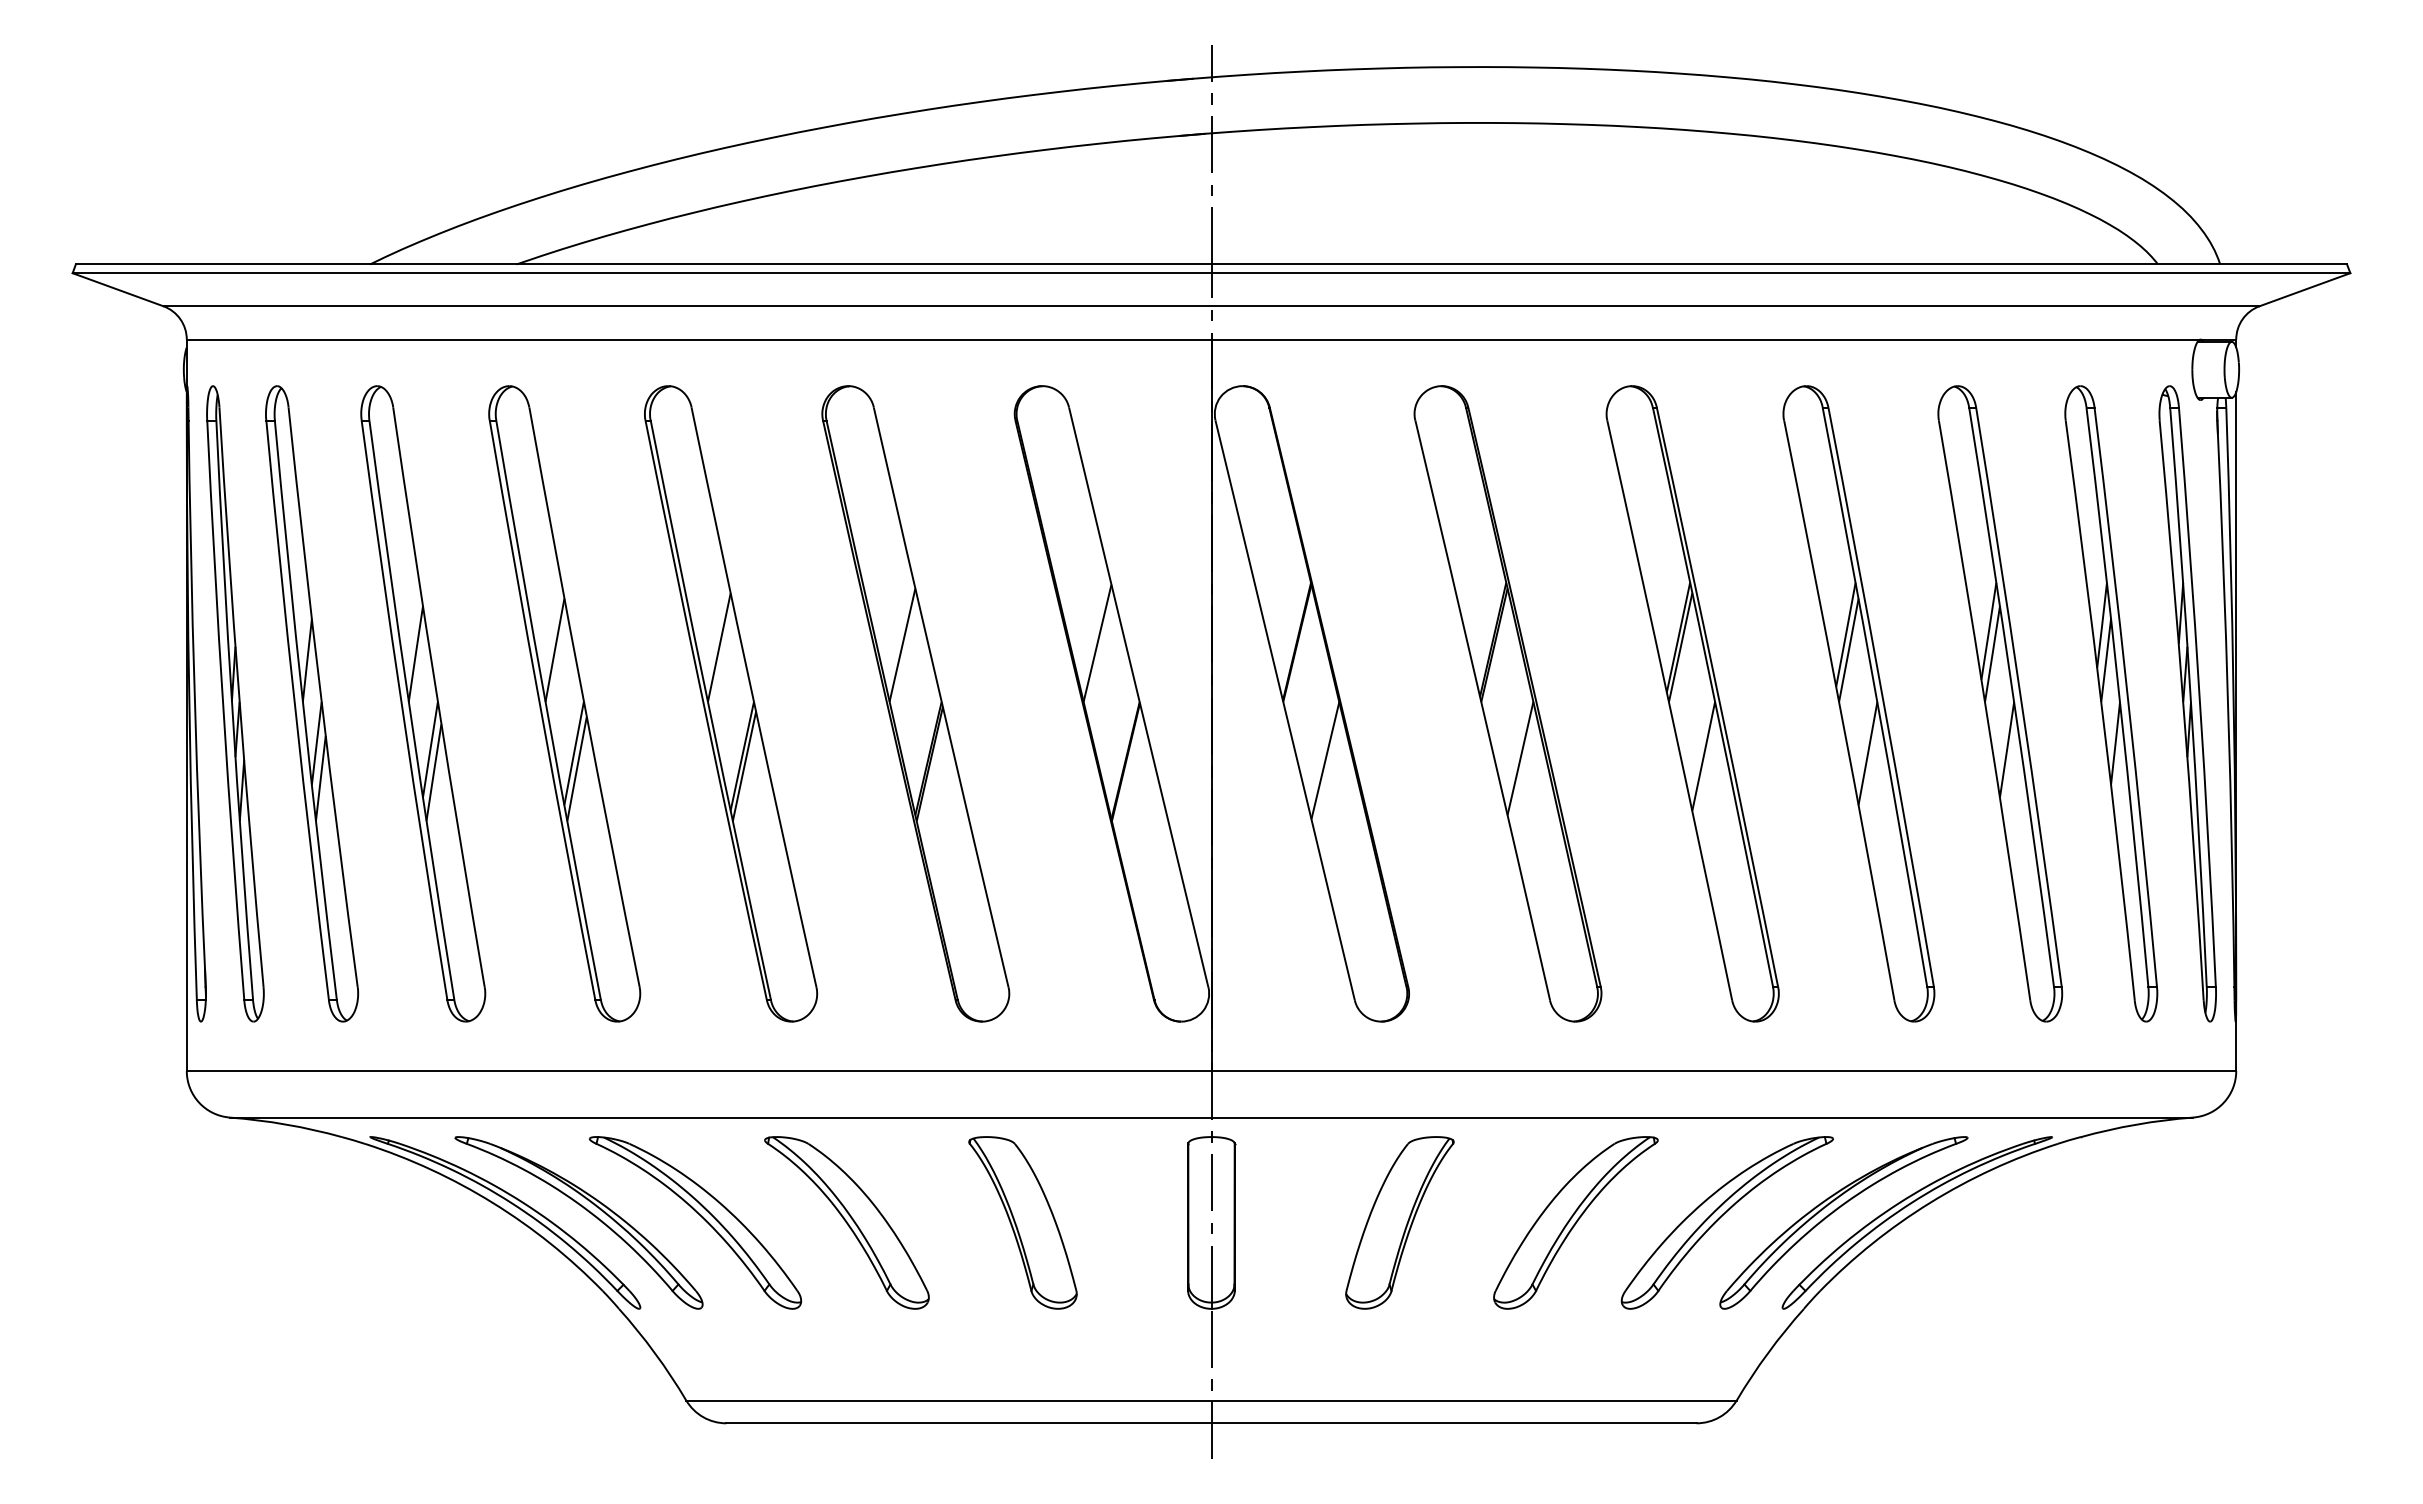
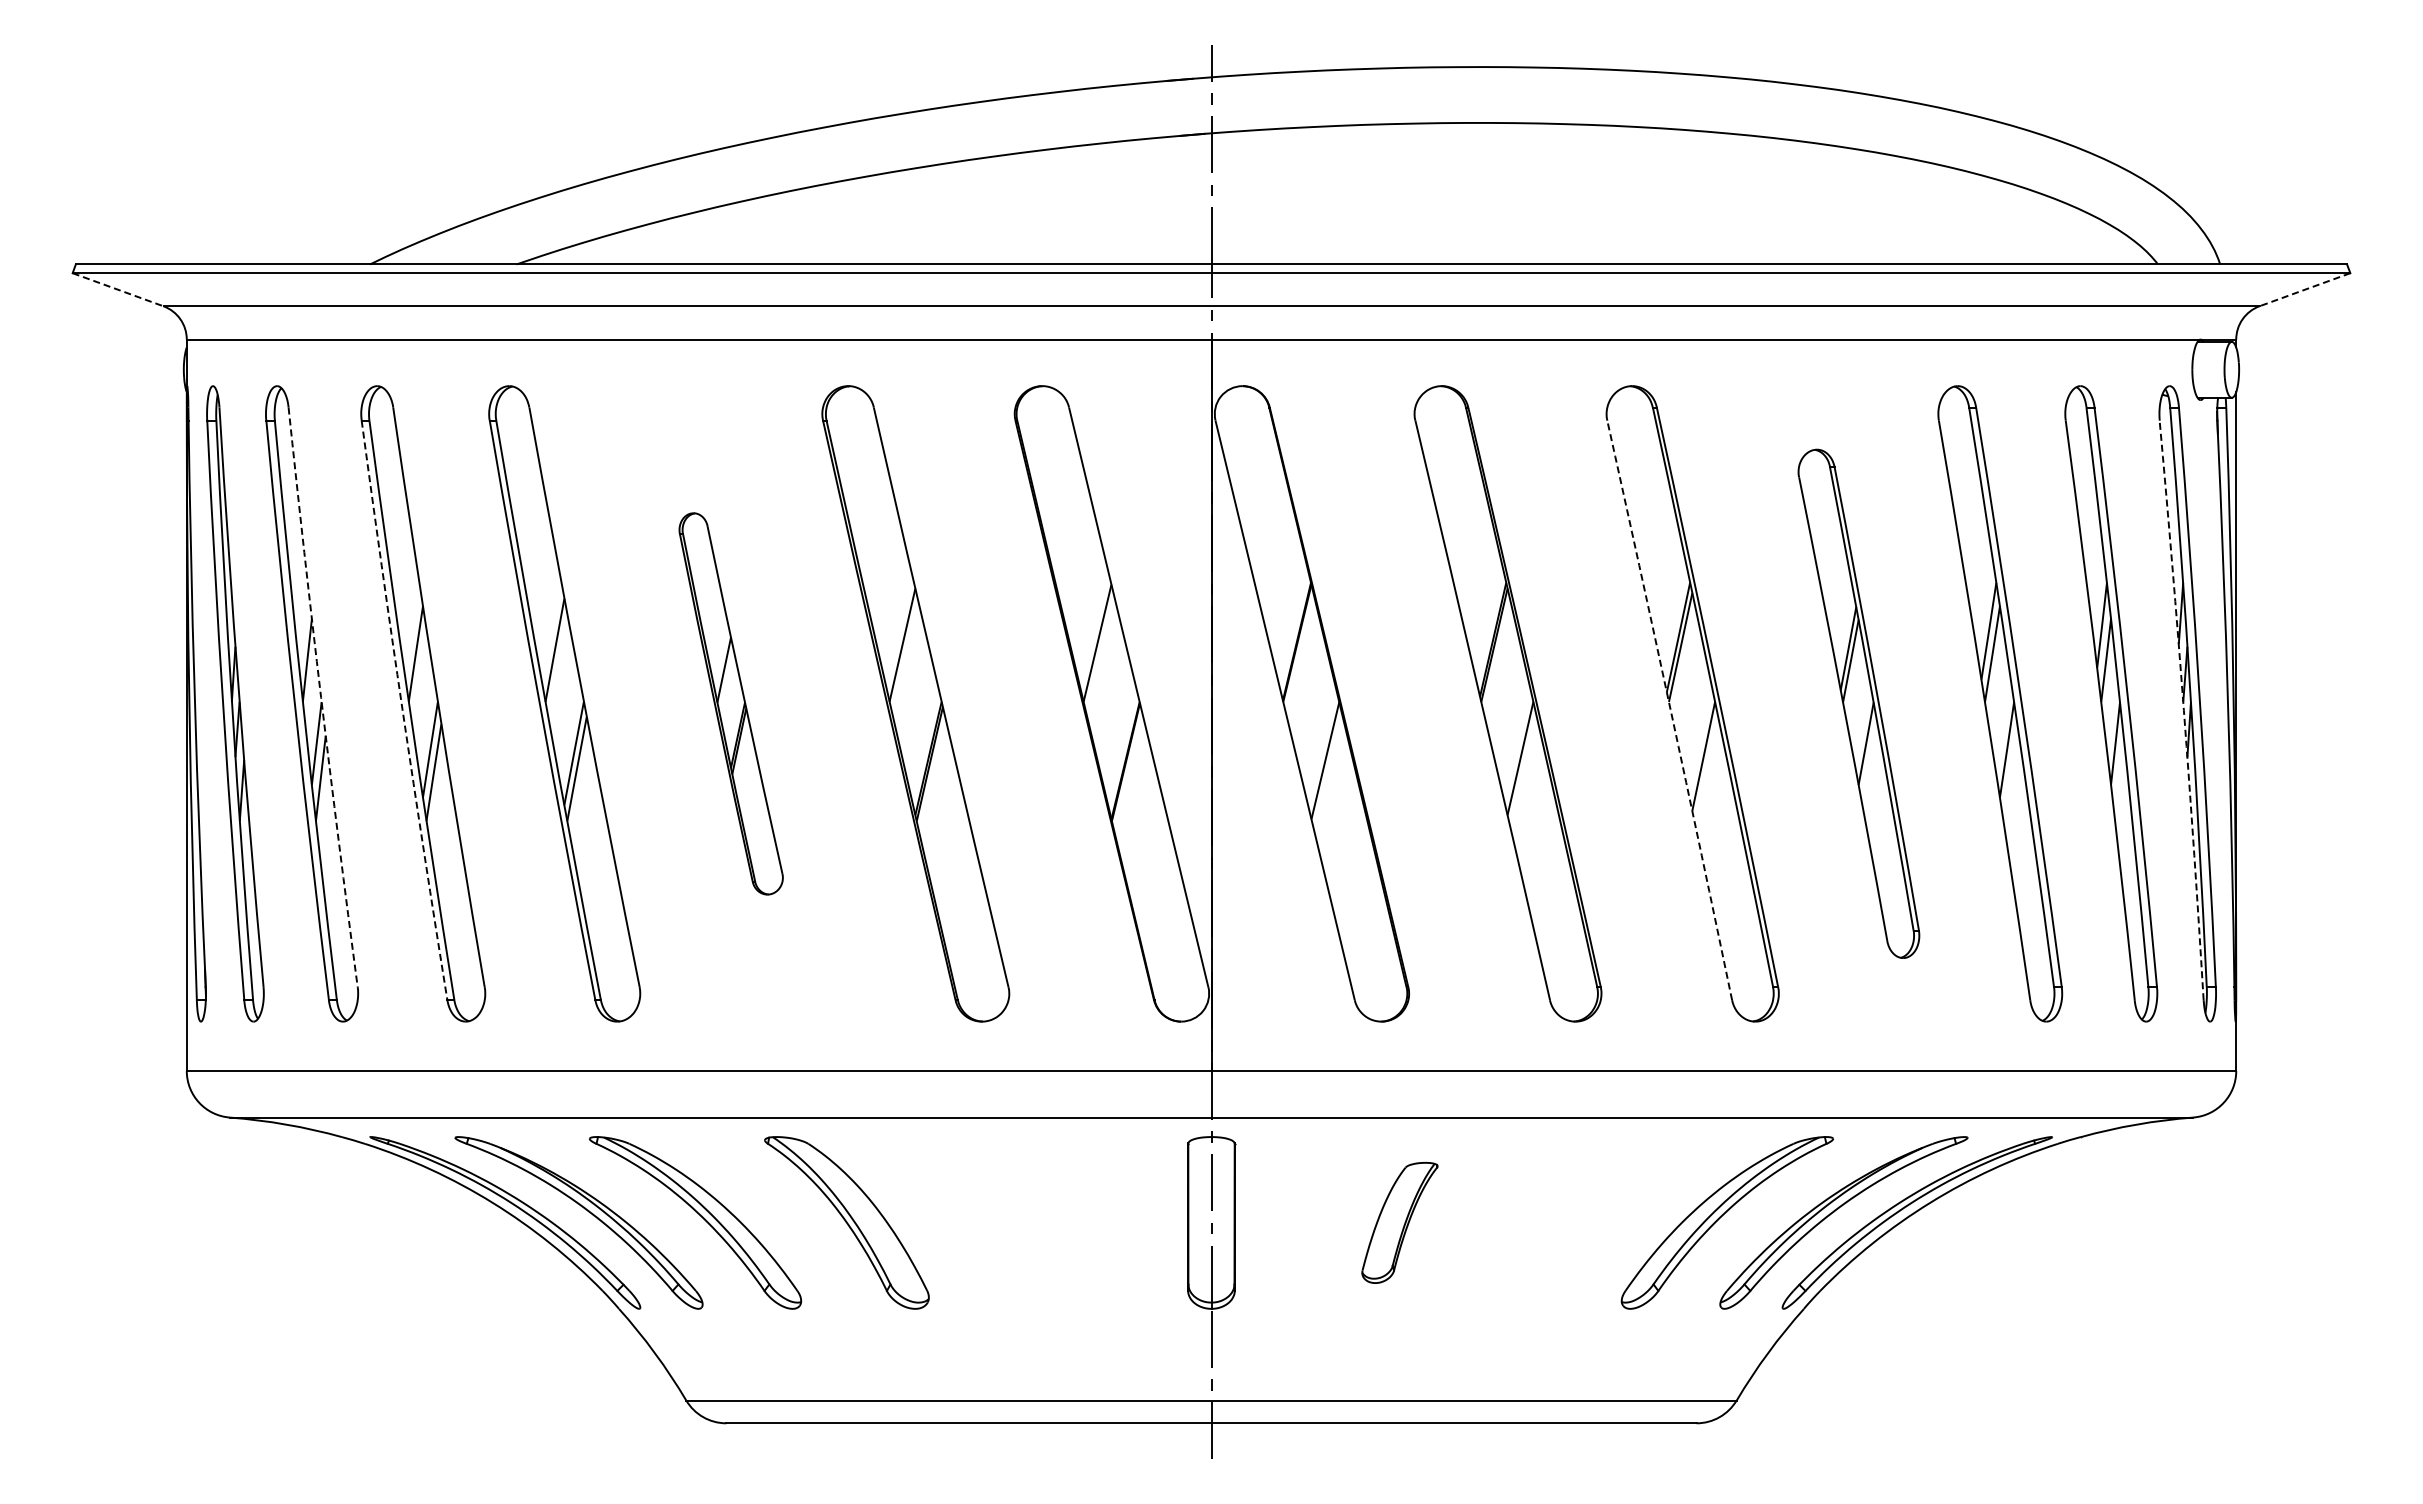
line at (118, 289): solid -> dashed
line at (2304, 289): solid -> dashed
arc at (321, 697): solid -> dashed
part at (731, 703) size: 175x638 px -> 106x384 px
part at (1858, 703) size: 154x638 px -> 124x511 px
arc at (402, 710): solid -> dashed
arc at (1670, 710): solid -> dashed
arc at (2183, 710): solid -> dashed
part at (1022, 1222): present -> none
part at (1399, 1222) size: 110x174 px -> 78x122 px
part at (1575, 1222): present -> none
